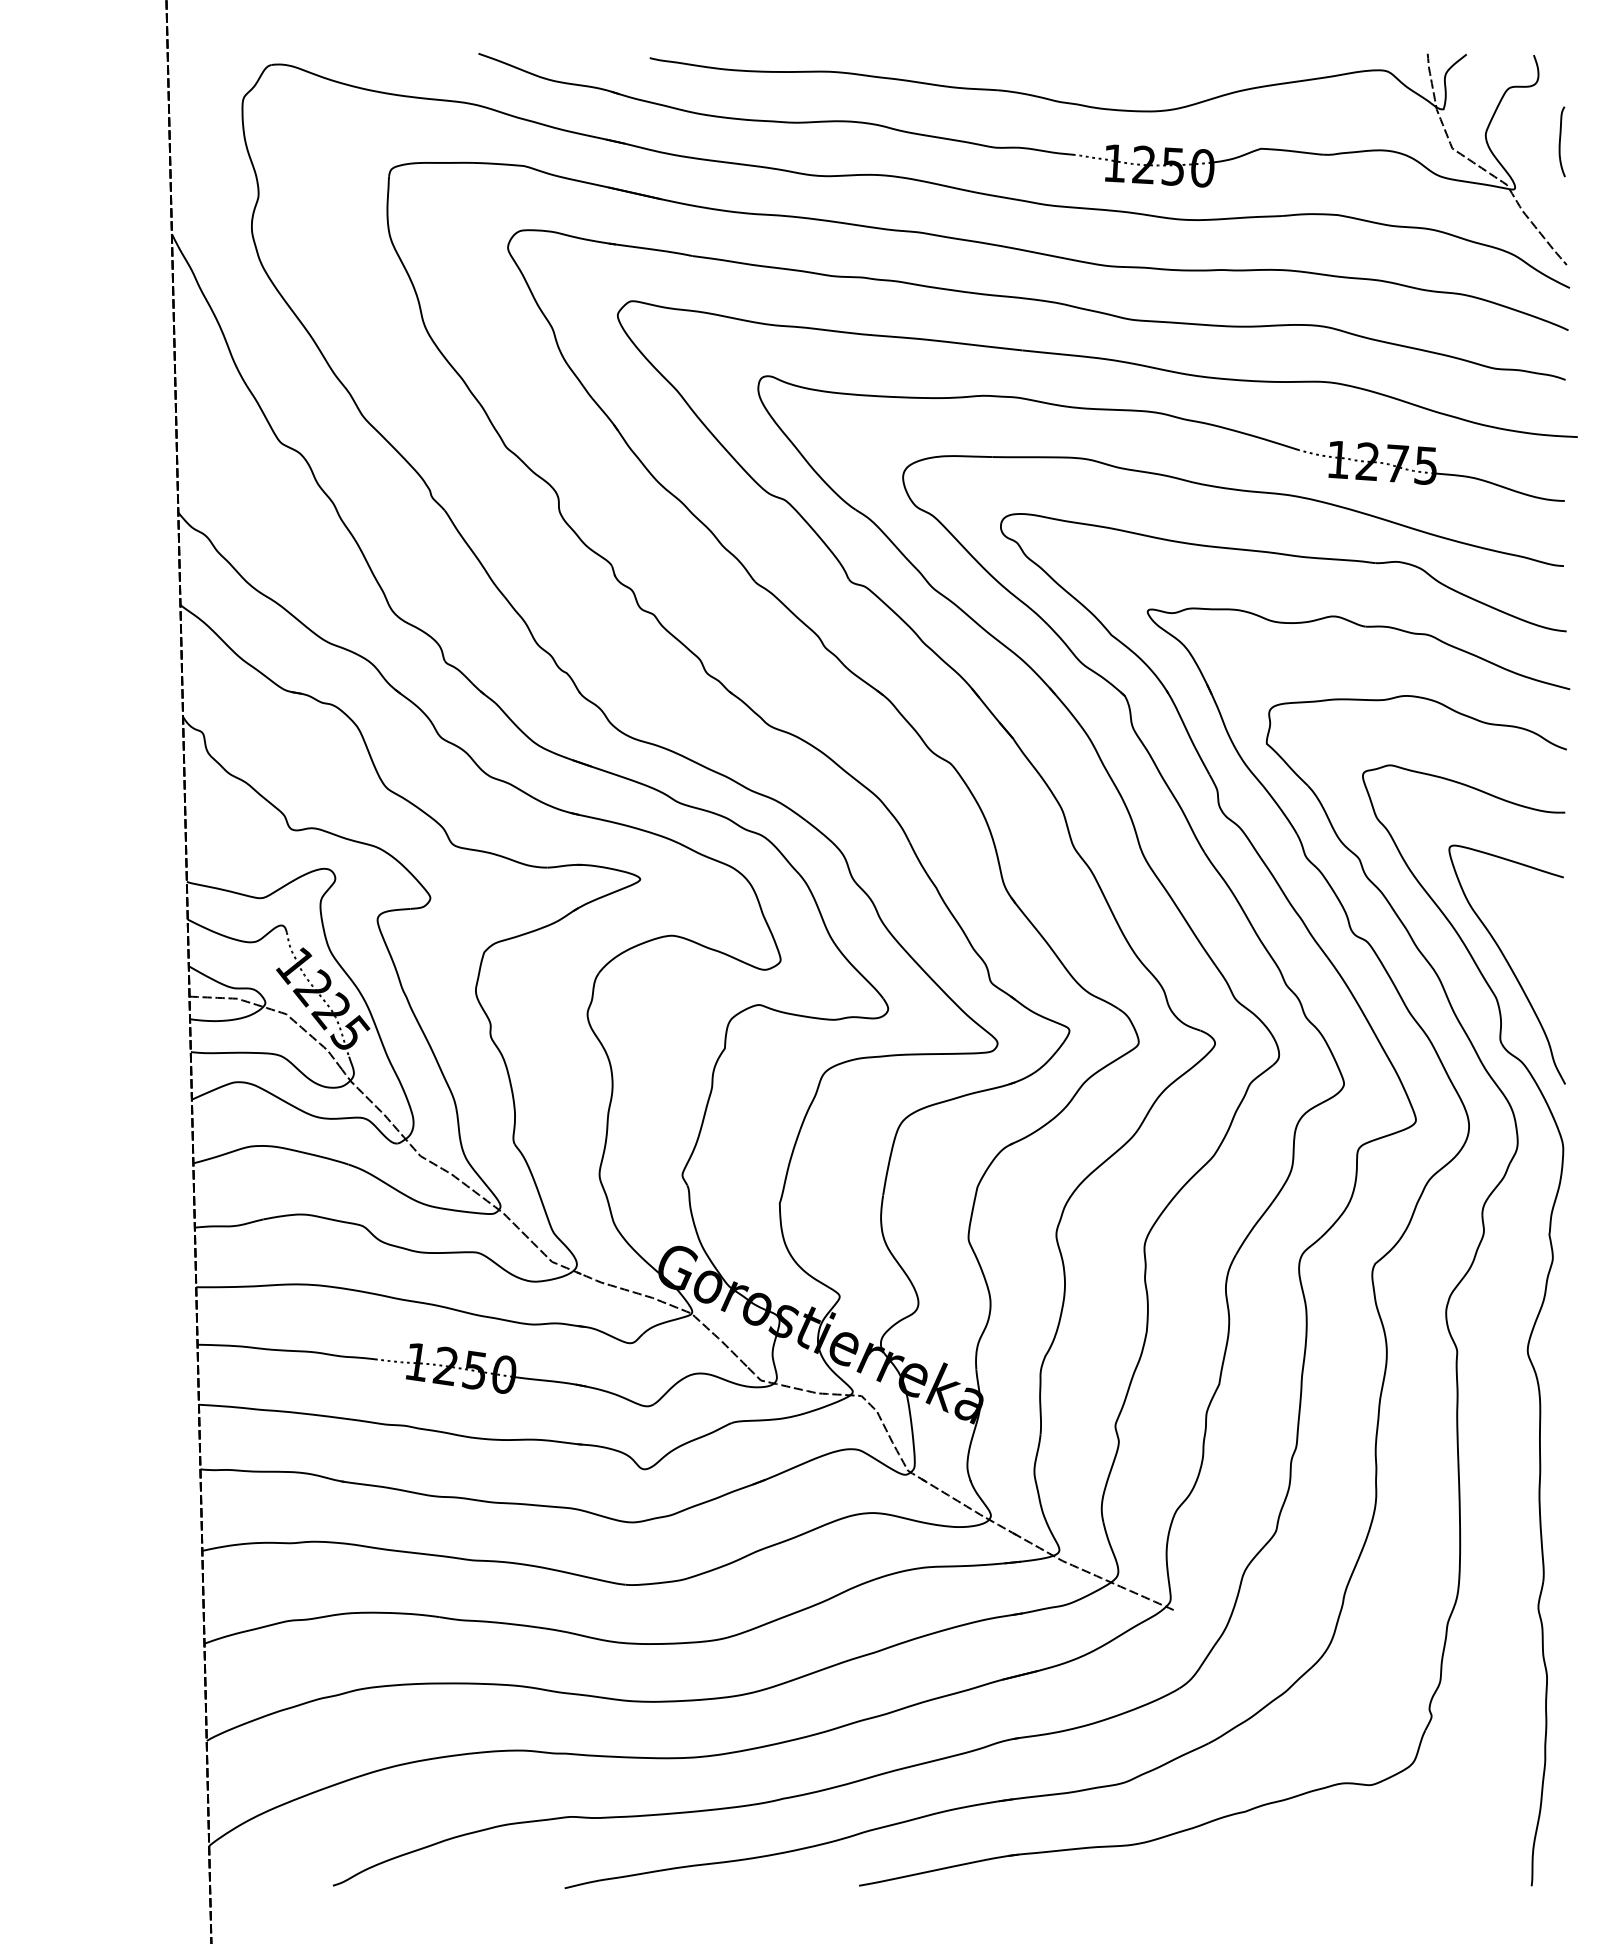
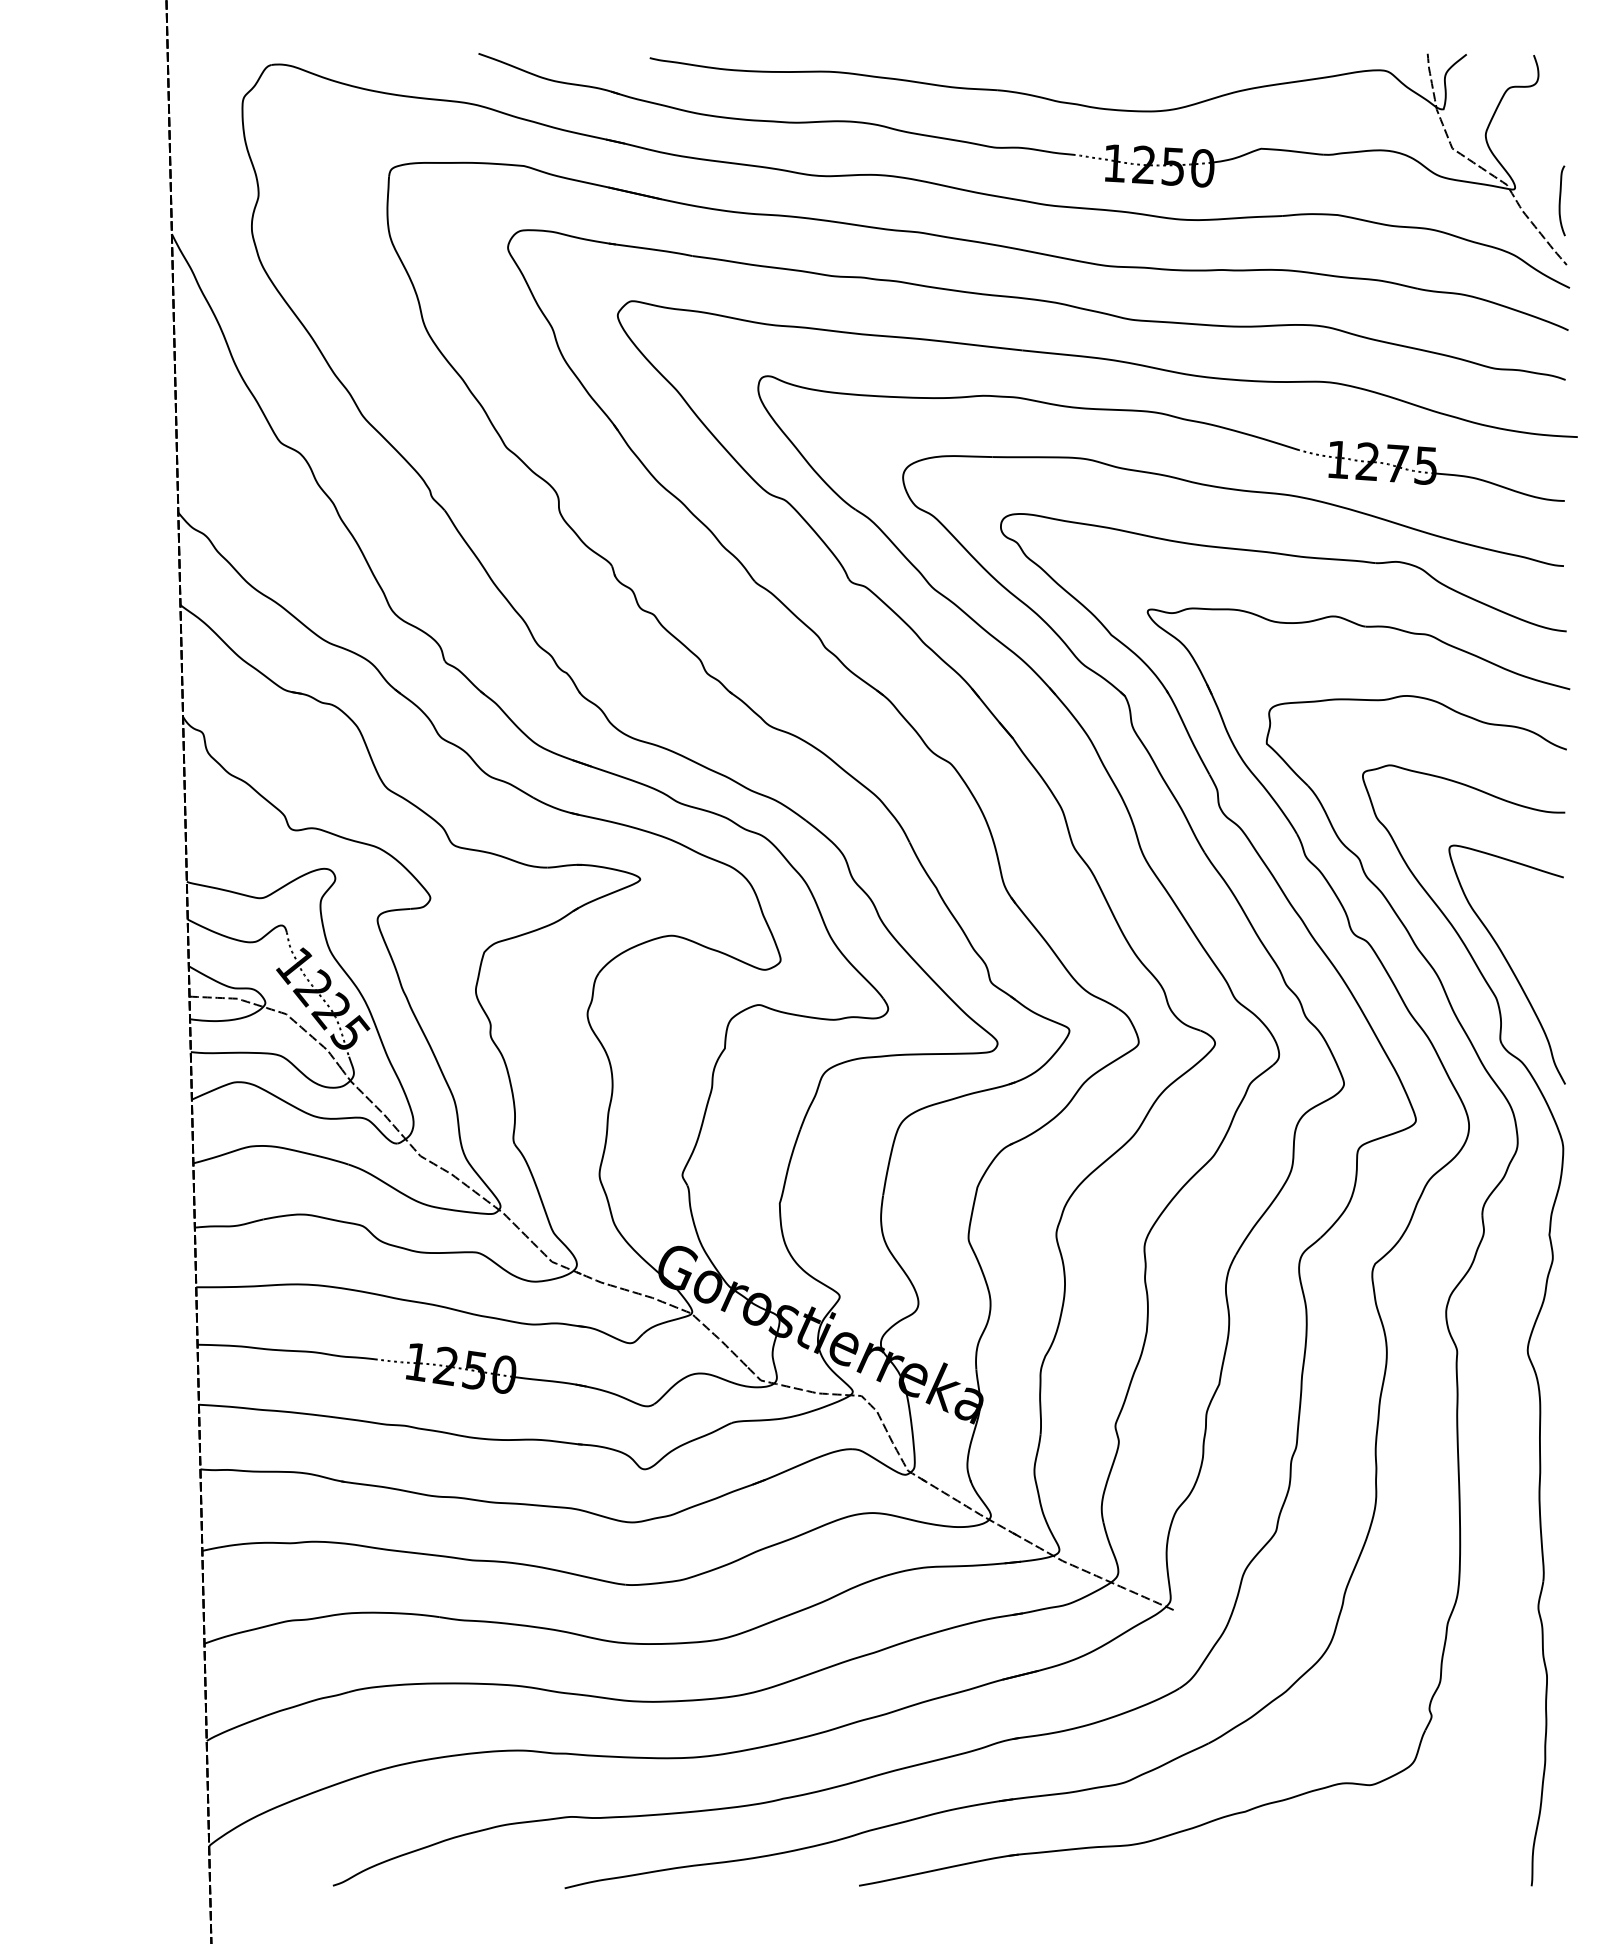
curve at (1560, 141) position: (1560, 141) -> (1560, 200)
